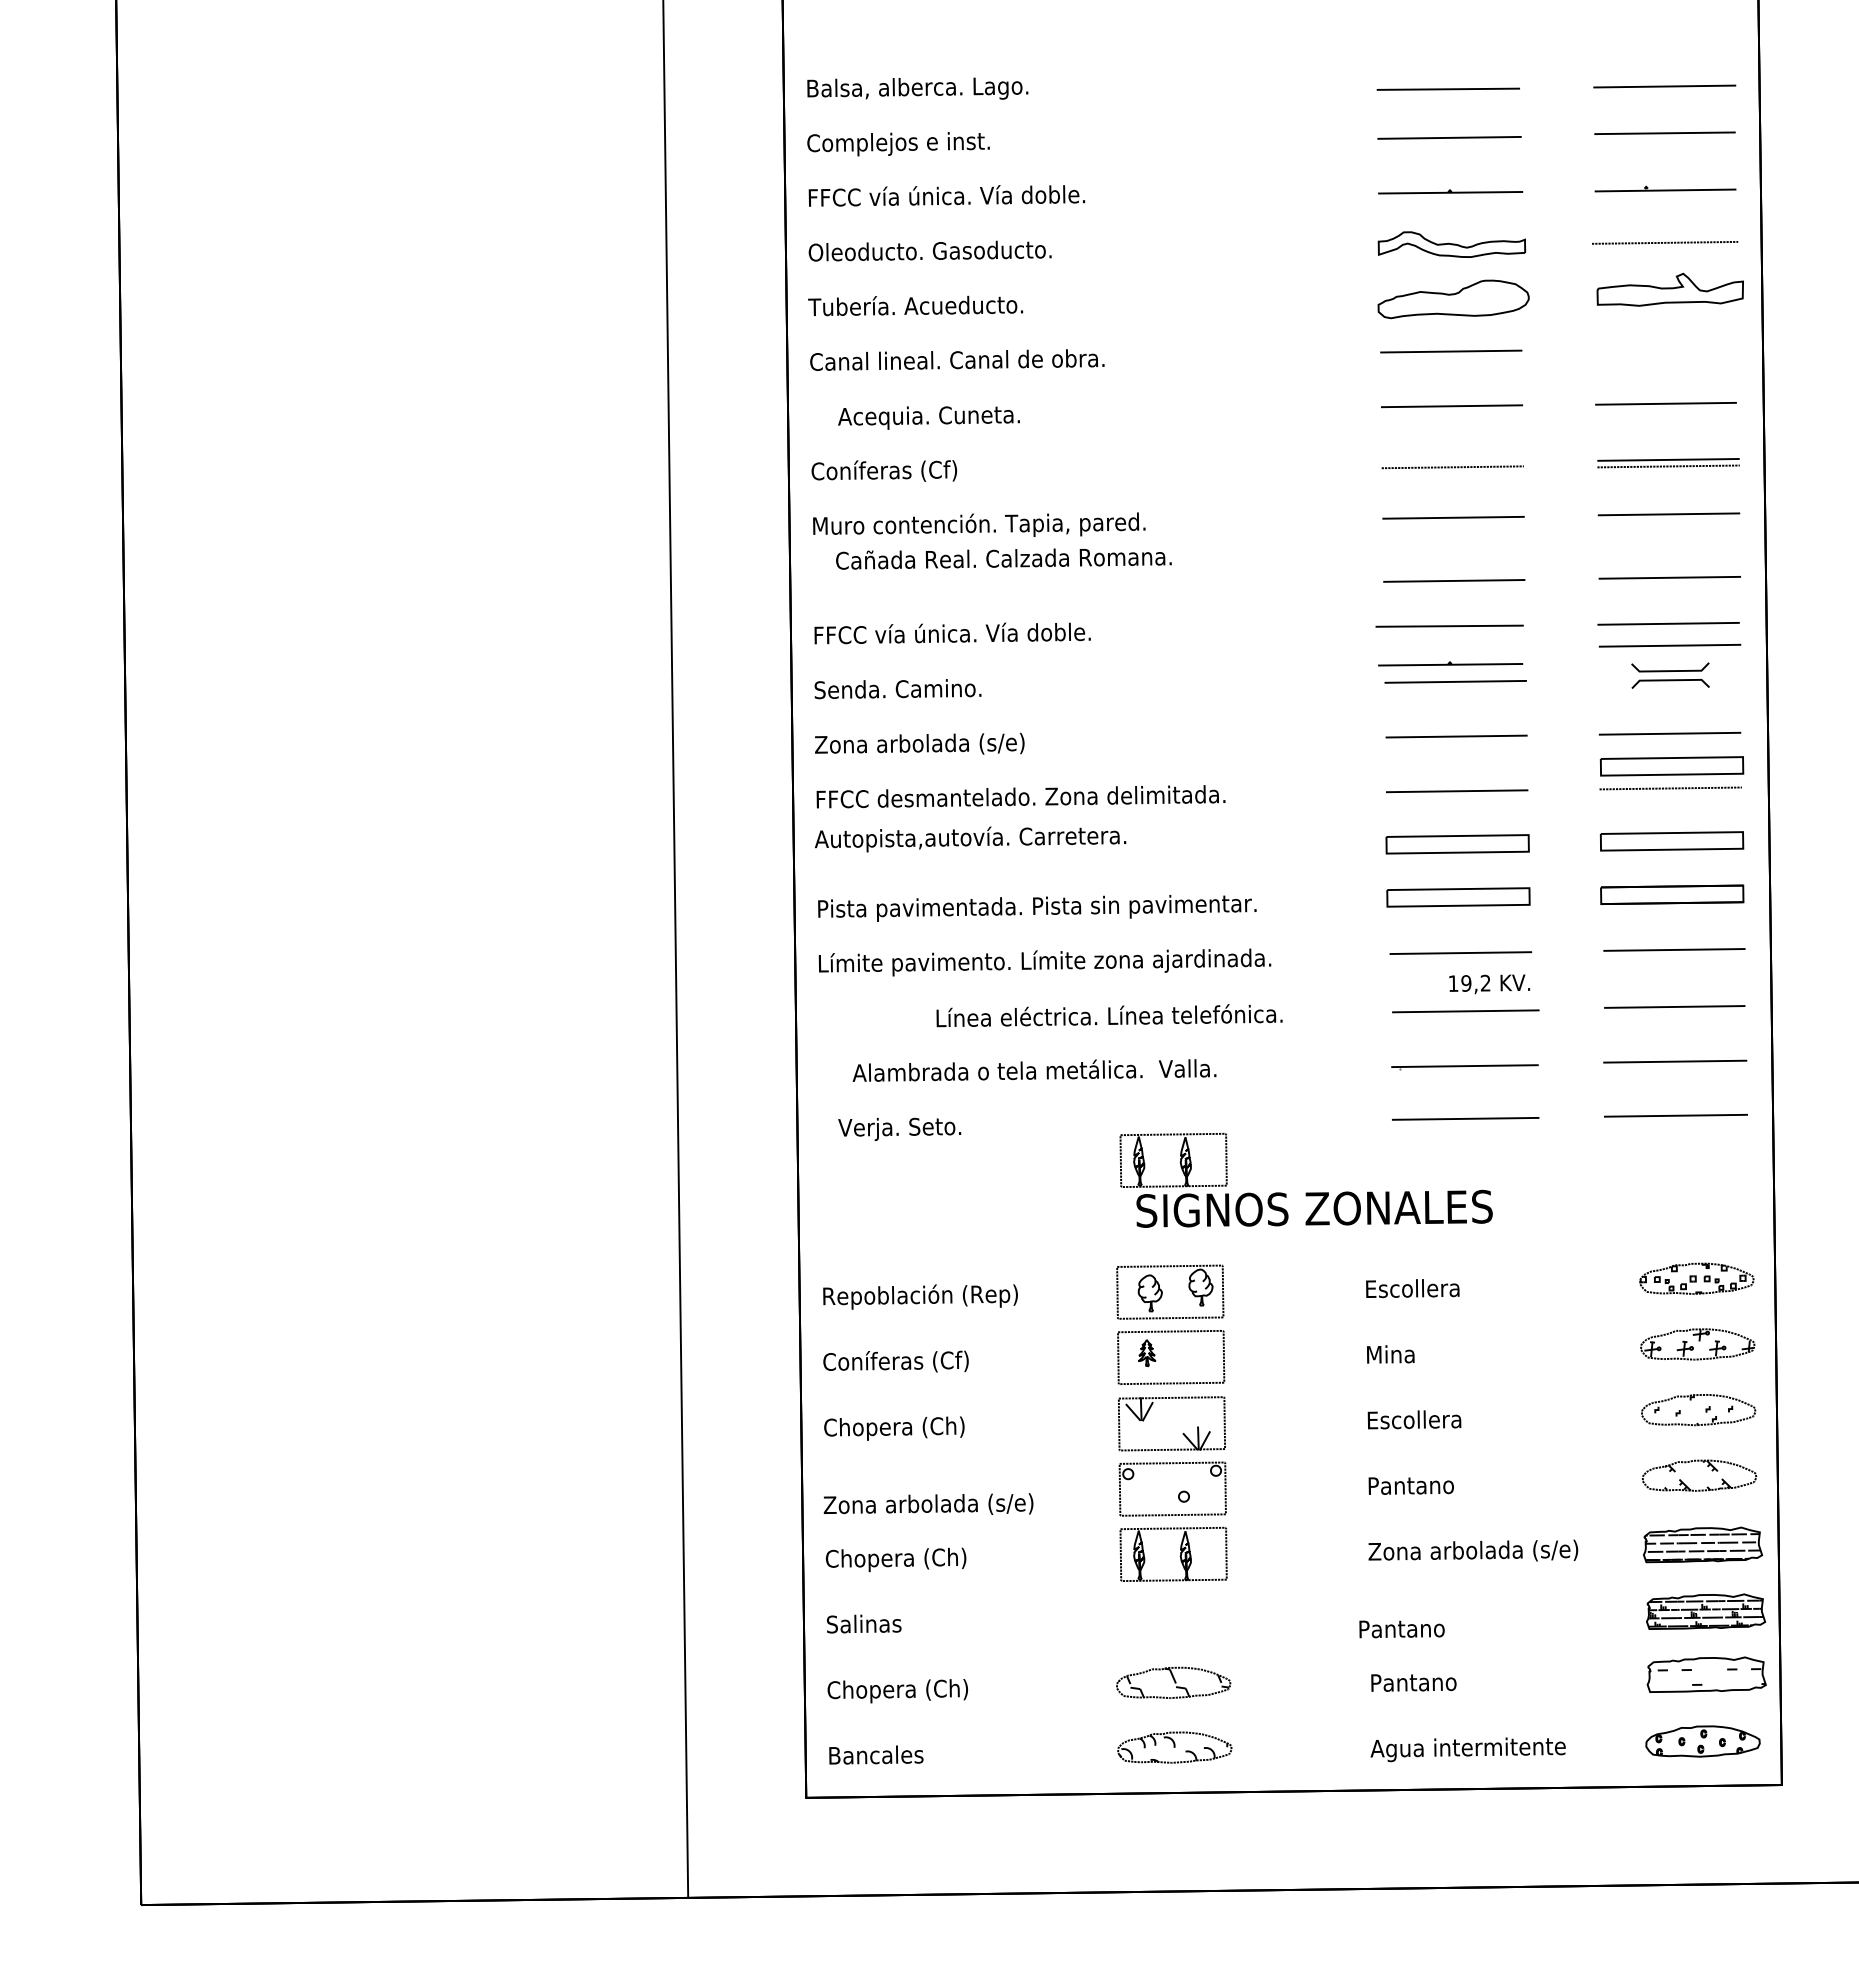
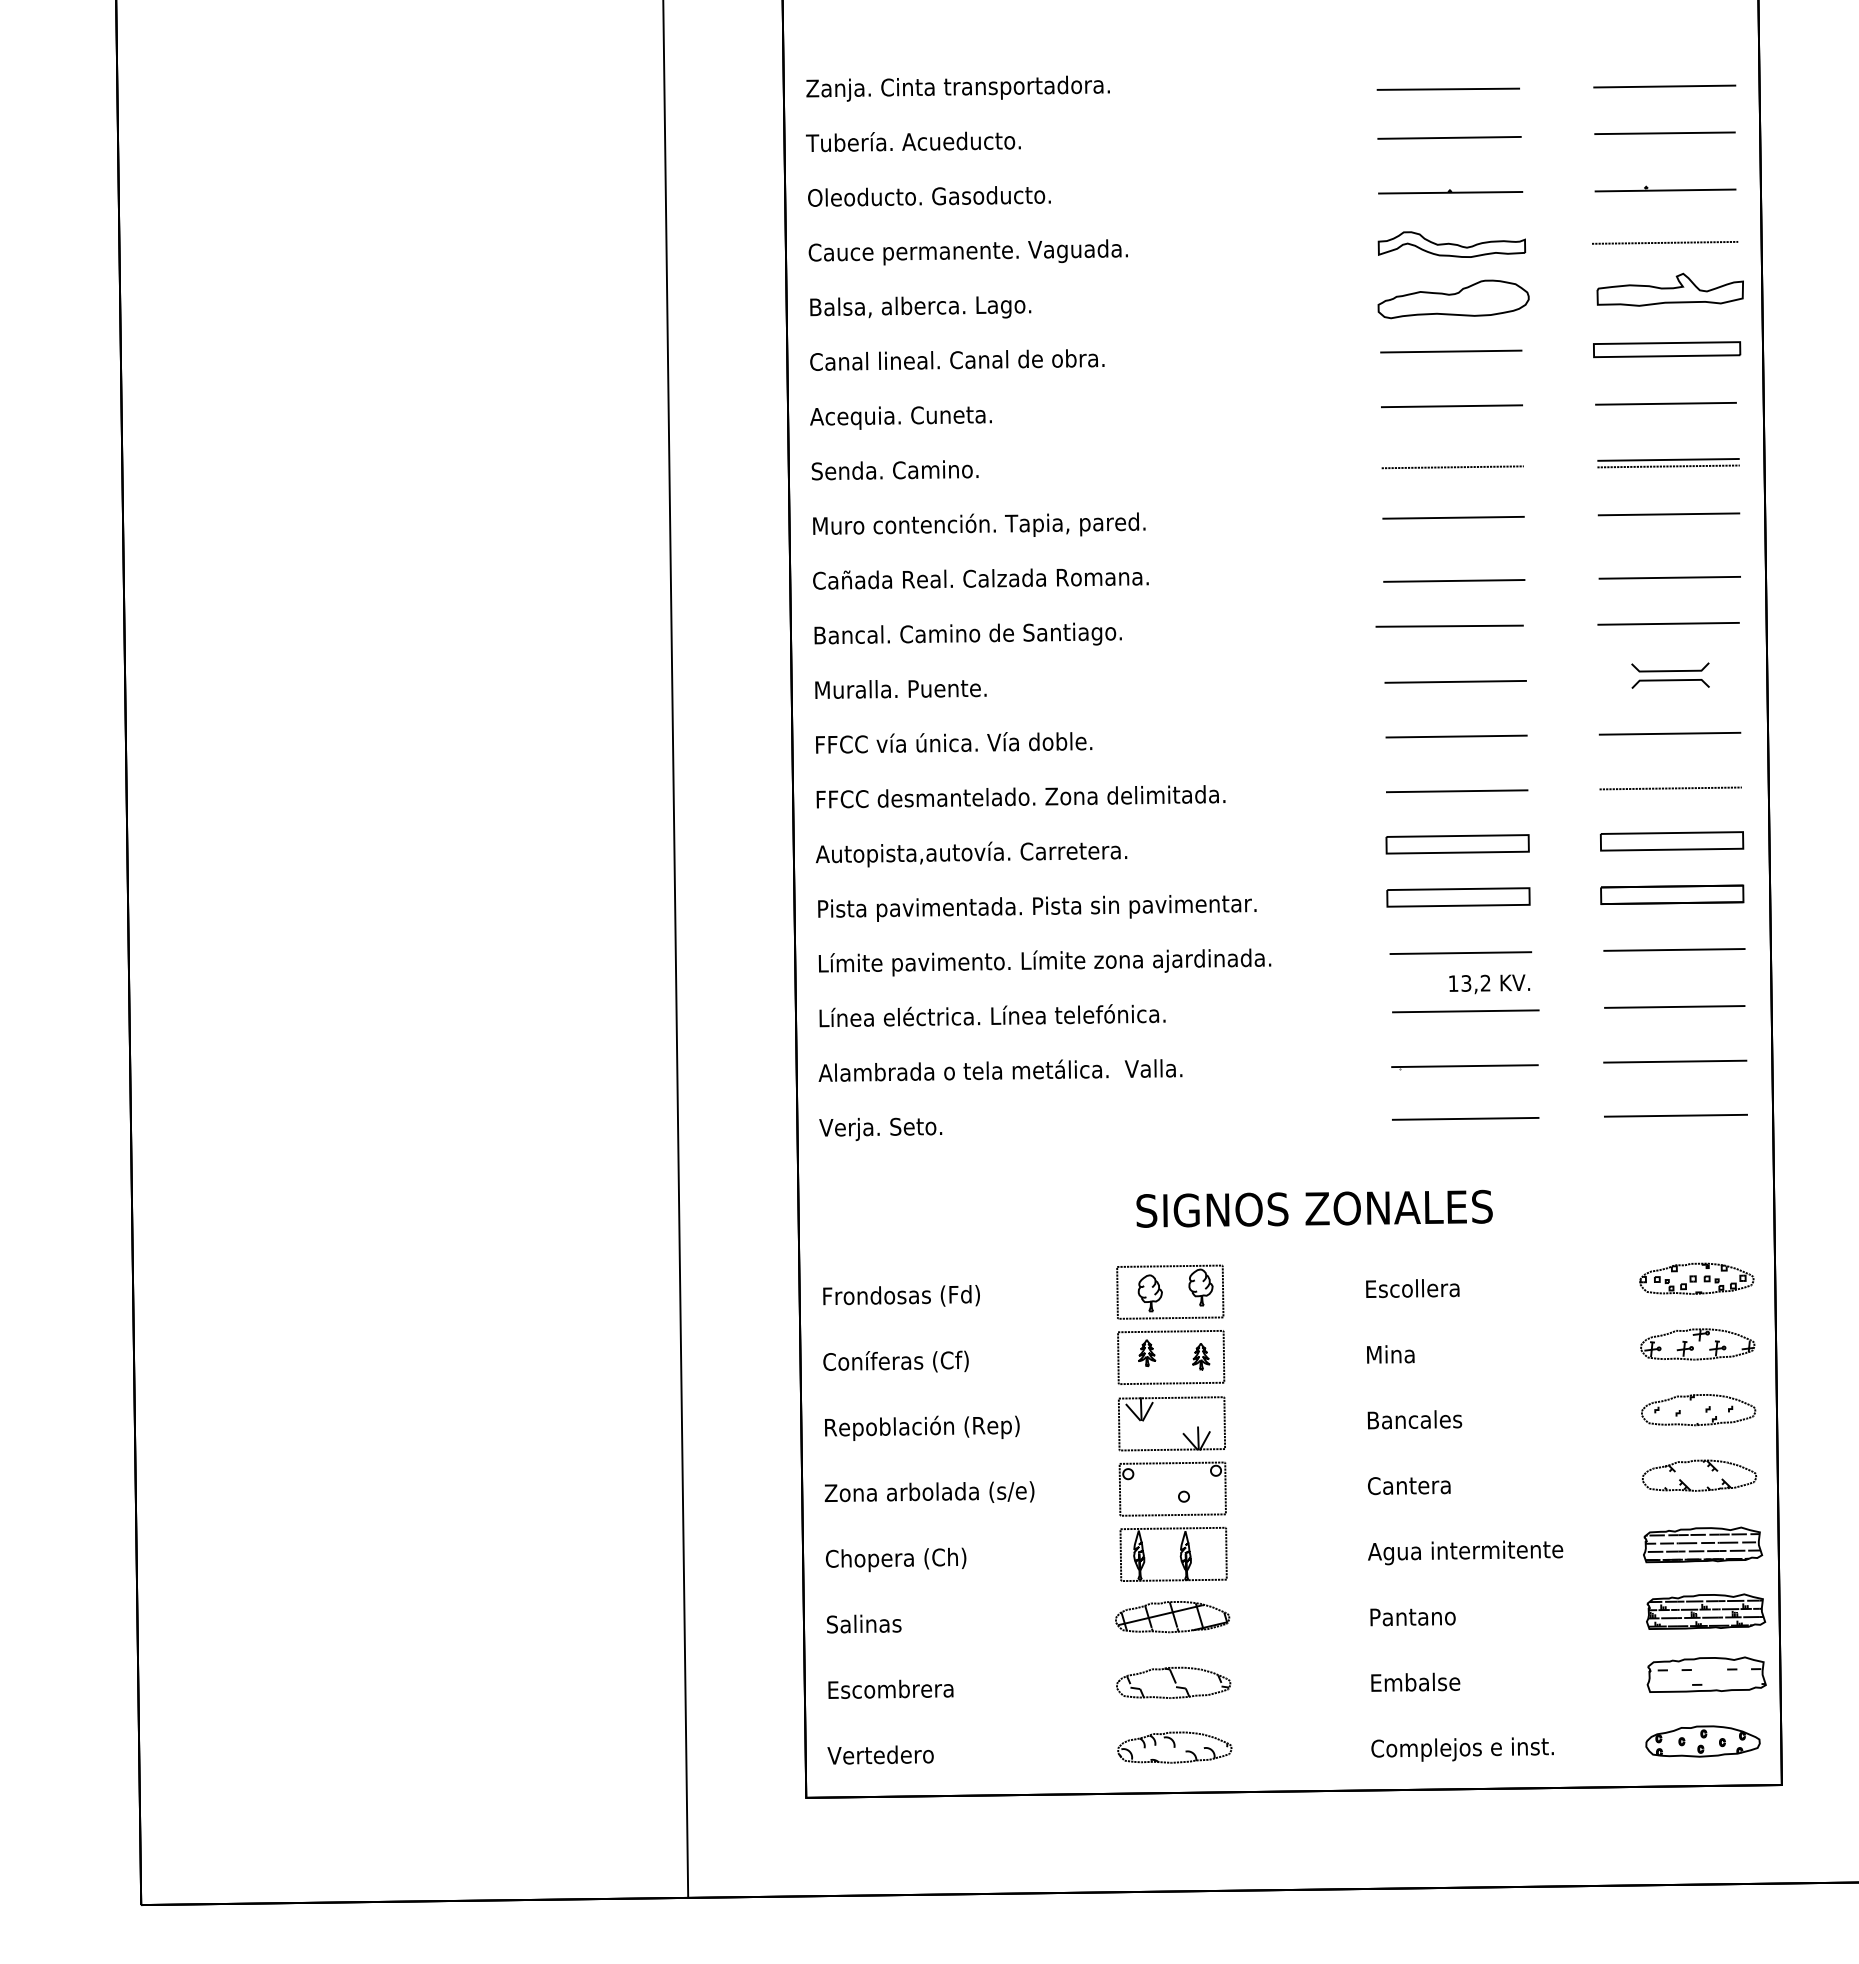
text at (957, 88): Balsa, alberca. Lago. -> Zanja. Cinta transportadora.
text at (912, 143): Complejos e inst. -> Tubería. Acueducto.
text at (946, 195): FFCC vía única. Vía doble. -> Oleoducto. Gasoducto.
text at (970, 252): Oleoducto. Gasoducto. -> Cauce permanente. Vaguada.
text at (919, 306): Tubería. Acueducto. -> Balsa, alberca. Lago.
part at (1667, 349): none -> present
text at (928, 417) position: (928, 417) -> (900, 417)
text at (894, 470): Coníferas (Cf) -> Senda. Camino.
text at (1003, 558) position: (1003, 558) -> (980, 578)
text at (968, 633): FFCC vía única. Vía doble. -> Bancal. Camino de Santiago.
line at (1669, 645): present -> none
part at (1450, 663): present -> none
text at (900, 689): Senda. Camino. -> Muralla. Puente.
text at (953, 743): Zona arbolada (s/e) -> FFCC vía única. Vía doble.
part at (1671, 766): present -> none
text at (970, 839) position: (970, 839) -> (971, 854)
text at (1466, 983): 19,2 -> 13,2
text at (1109, 1015) position: (1109, 1015) -> (992, 1015)
text at (1034, 1070) position: (1034, 1070) -> (1000, 1070)
text at (899, 1129) position: (899, 1129) -> (880, 1129)
part at (1179, 1162): present -> none
text at (921, 1296): Repoblación (Rep) -> Frondosas (Fd)
part at (1201, 1356): none -> present
text at (1418, 1419): Escollera -> Bancales
text at (921, 1427): Chopera (Ch) -> Repoblación (Rep)
text at (1410, 1486): Pantano -> Cantera
text at (928, 1503) position: (928, 1503) -> (929, 1491)
text at (1473, 1552): Zona arbolada (s/e) -> Agua intermitente
part at (1172, 1617): none -> present
text at (1401, 1629) position: (1401, 1629) -> (1412, 1617)
text at (1416, 1681): Pantano -> Embalse
text at (897, 1691): Chopera (Ch) -> Escombrera
text at (1467, 1749): Agua intermitente -> Complejos e inst.
text at (880, 1754): Bancales -> Vertedero
